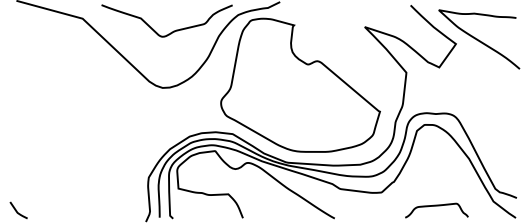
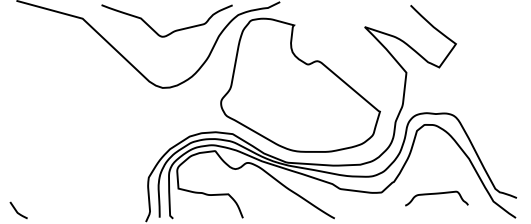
curve at (478, 39): present -> none
curve at (436, 206) position: (436, 206) -> (436, 194)
